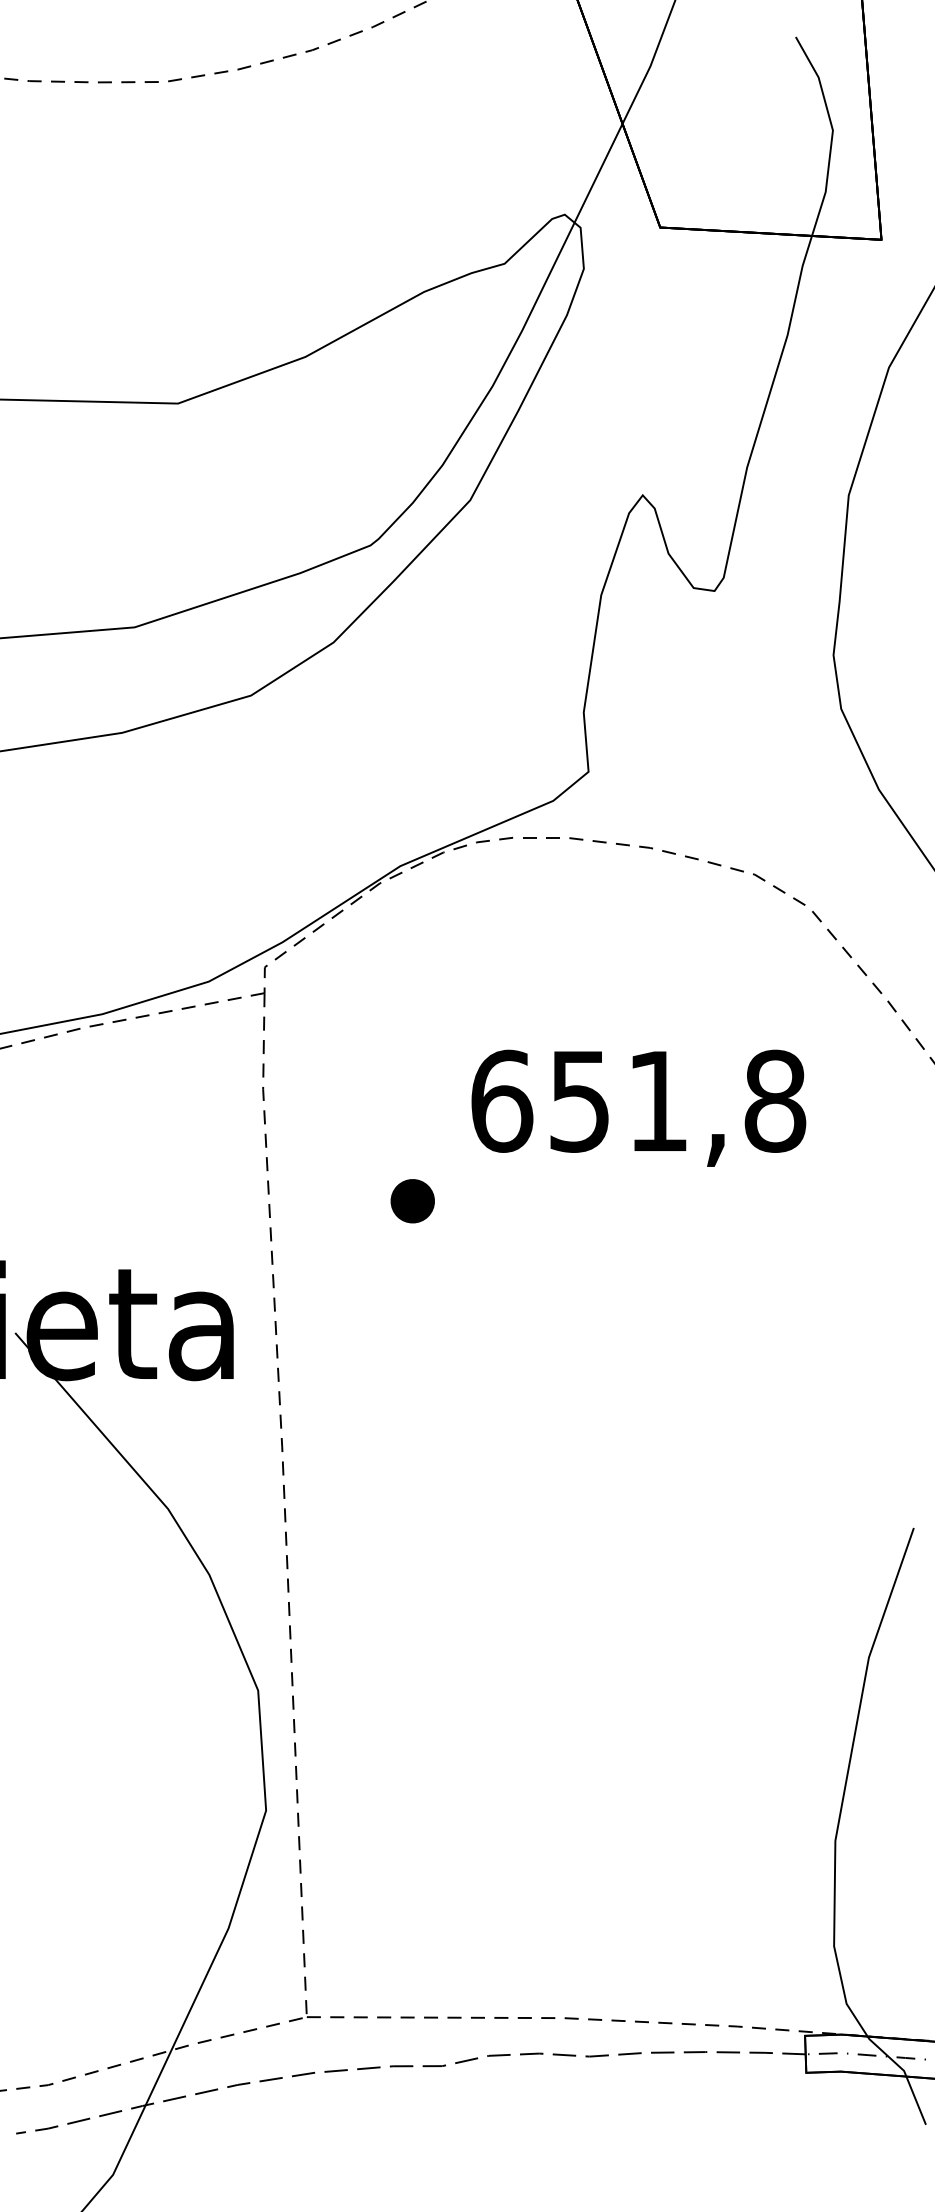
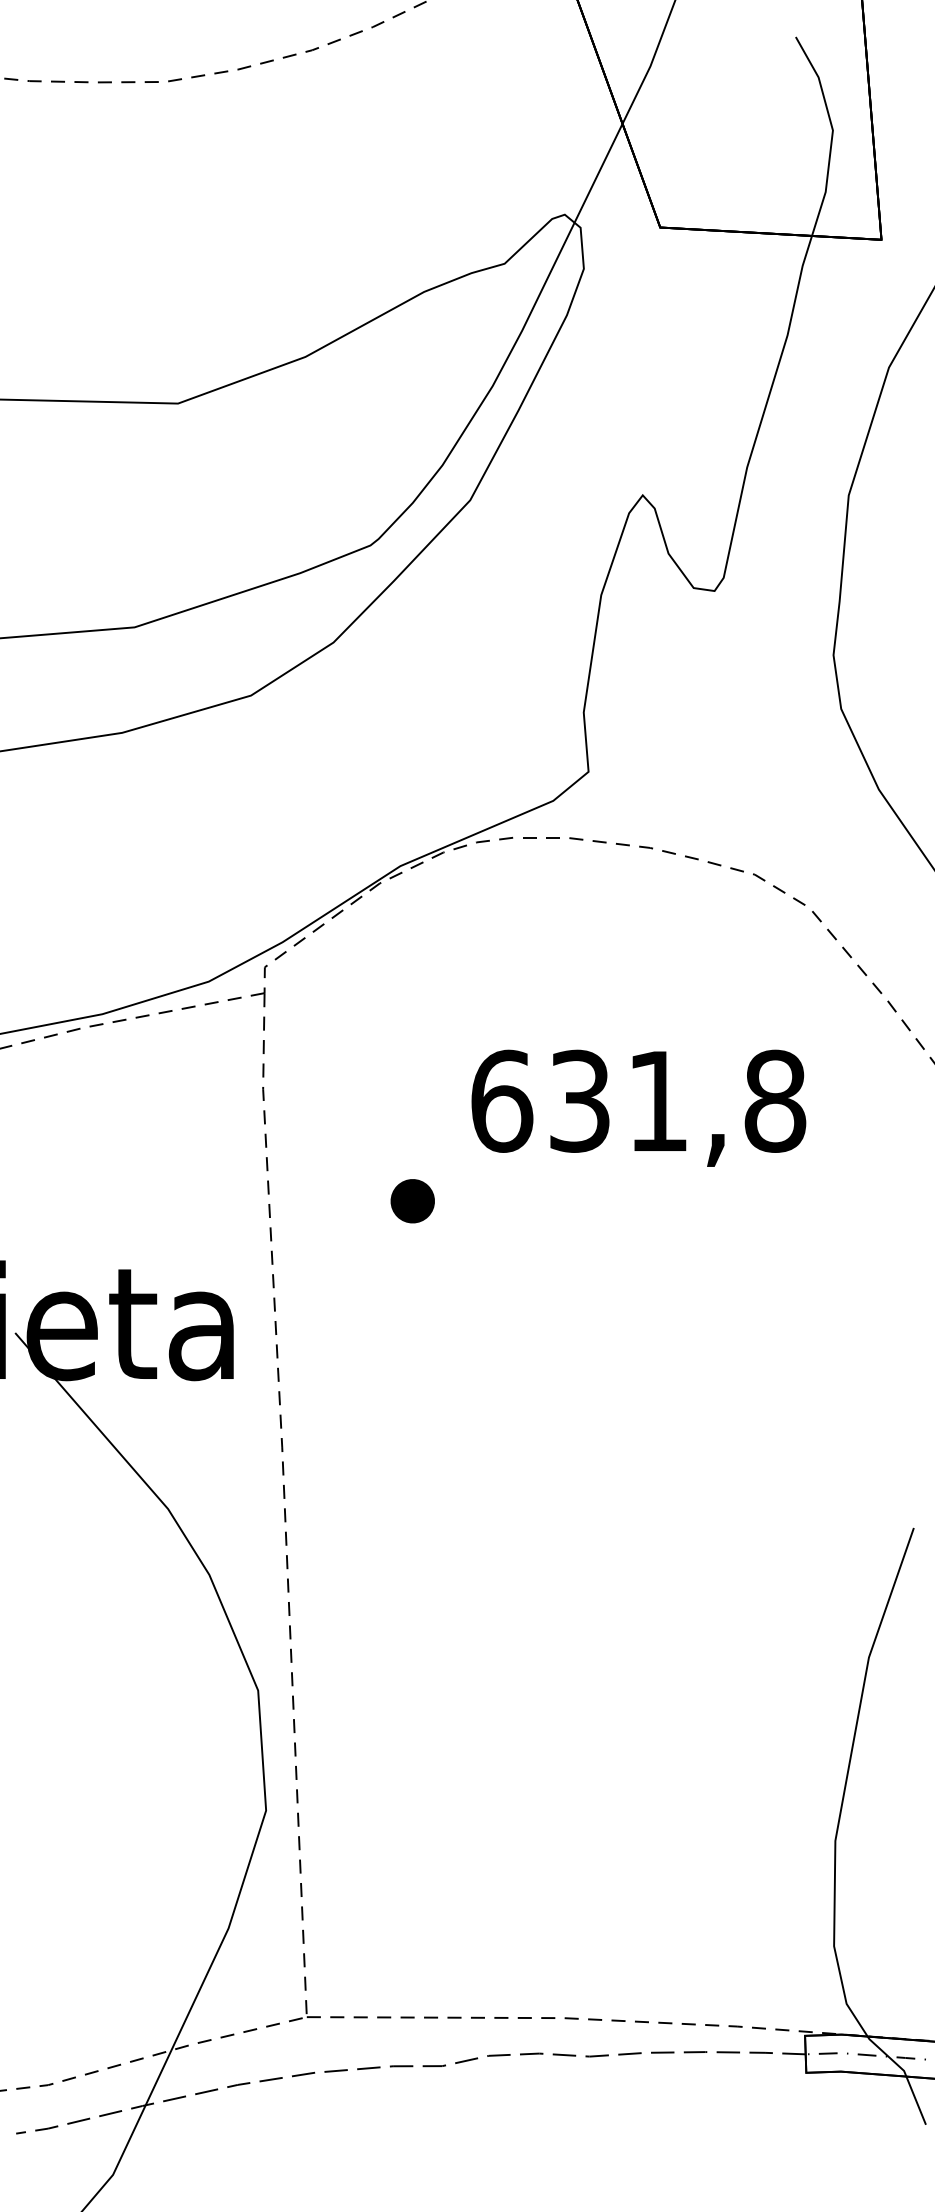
text at (579, 1100): 651,8 -> 631,8
